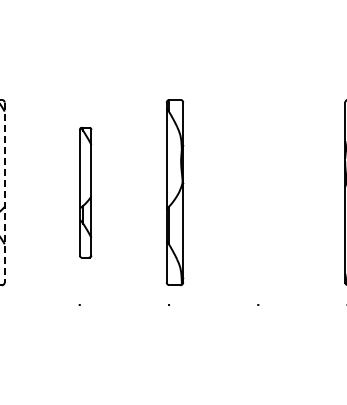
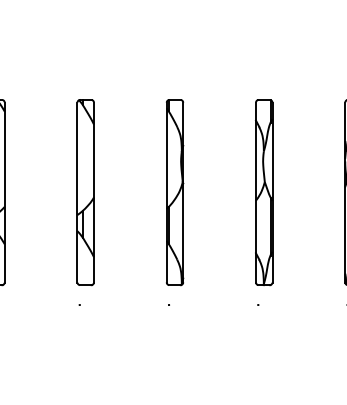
line at (4, 192): dashed -> solid
part at (85, 192) size: 14x132 px -> 19x188 px
part at (264, 192): none -> present
